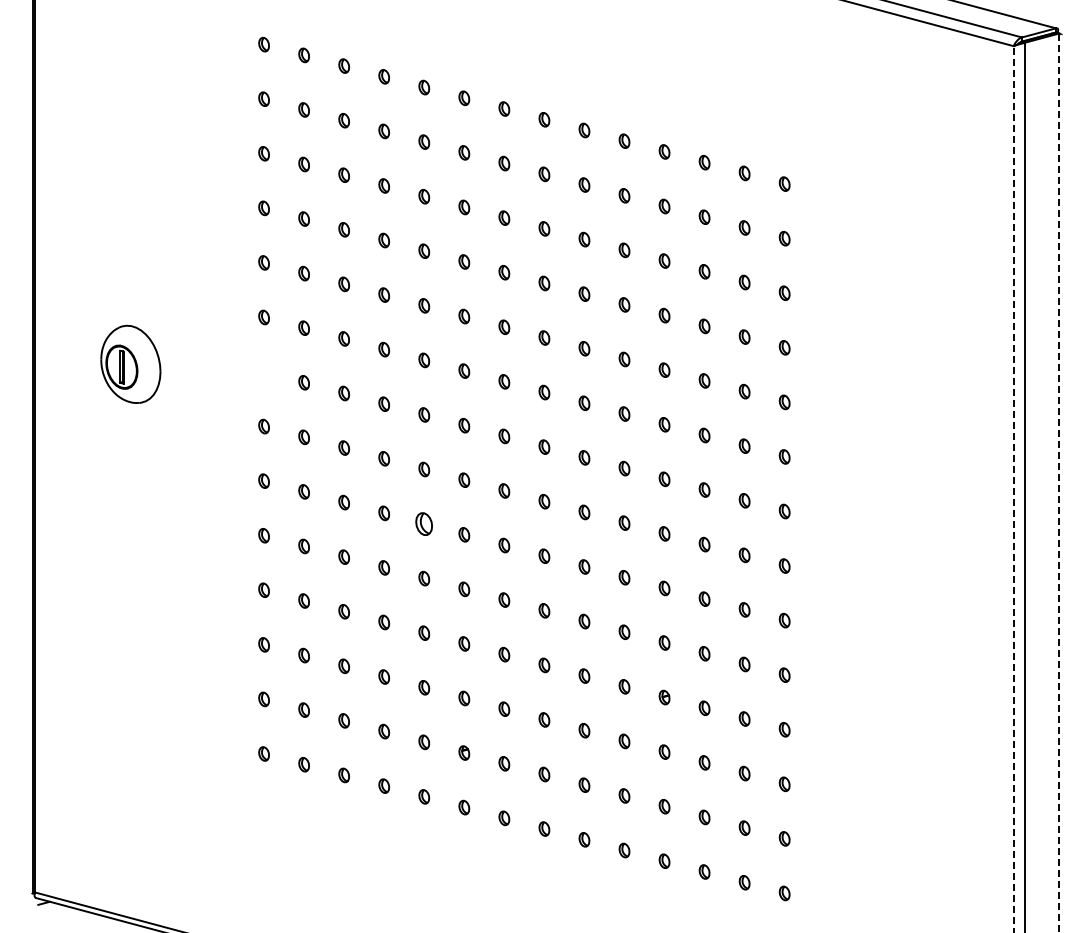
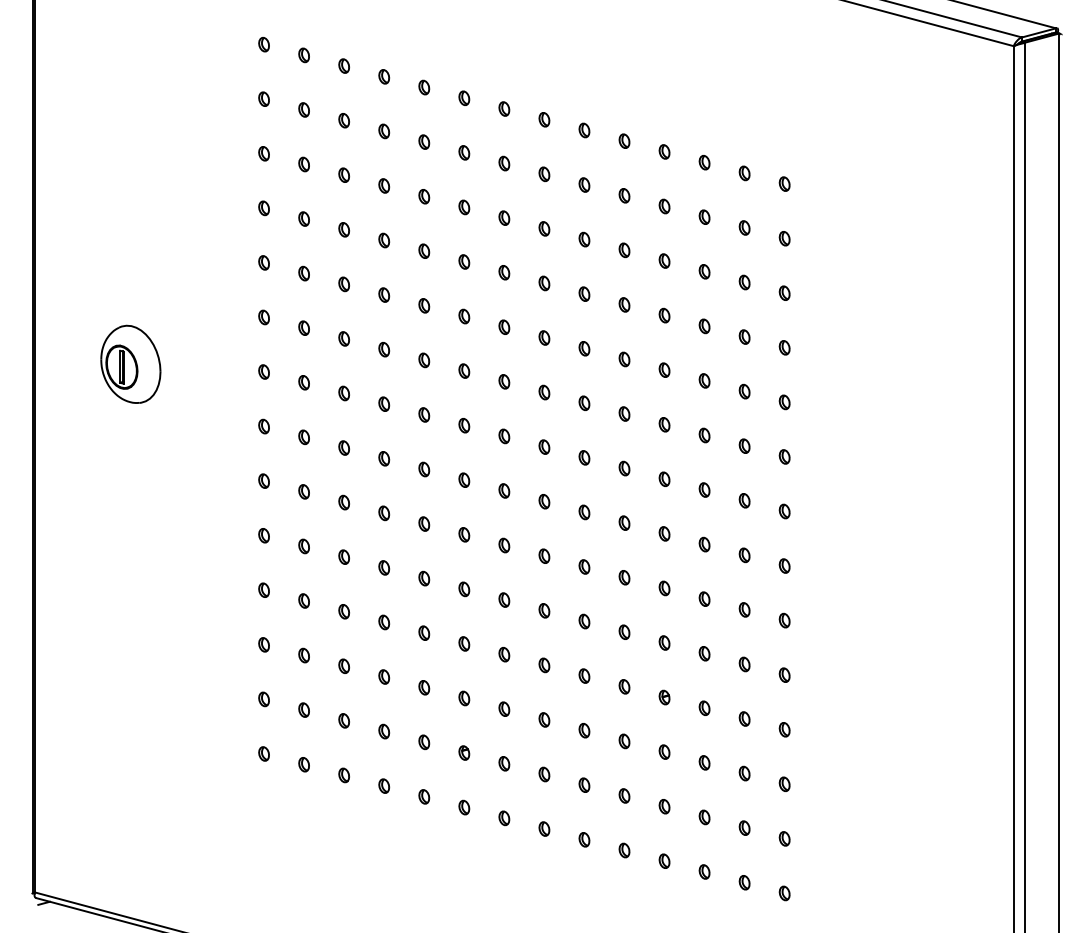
part at (263, 371): none -> present
line at (1059, 483): dashed -> solid
line at (1013, 488): dashed -> solid
part at (423, 523) size: 18x24 px -> 13x16 px
